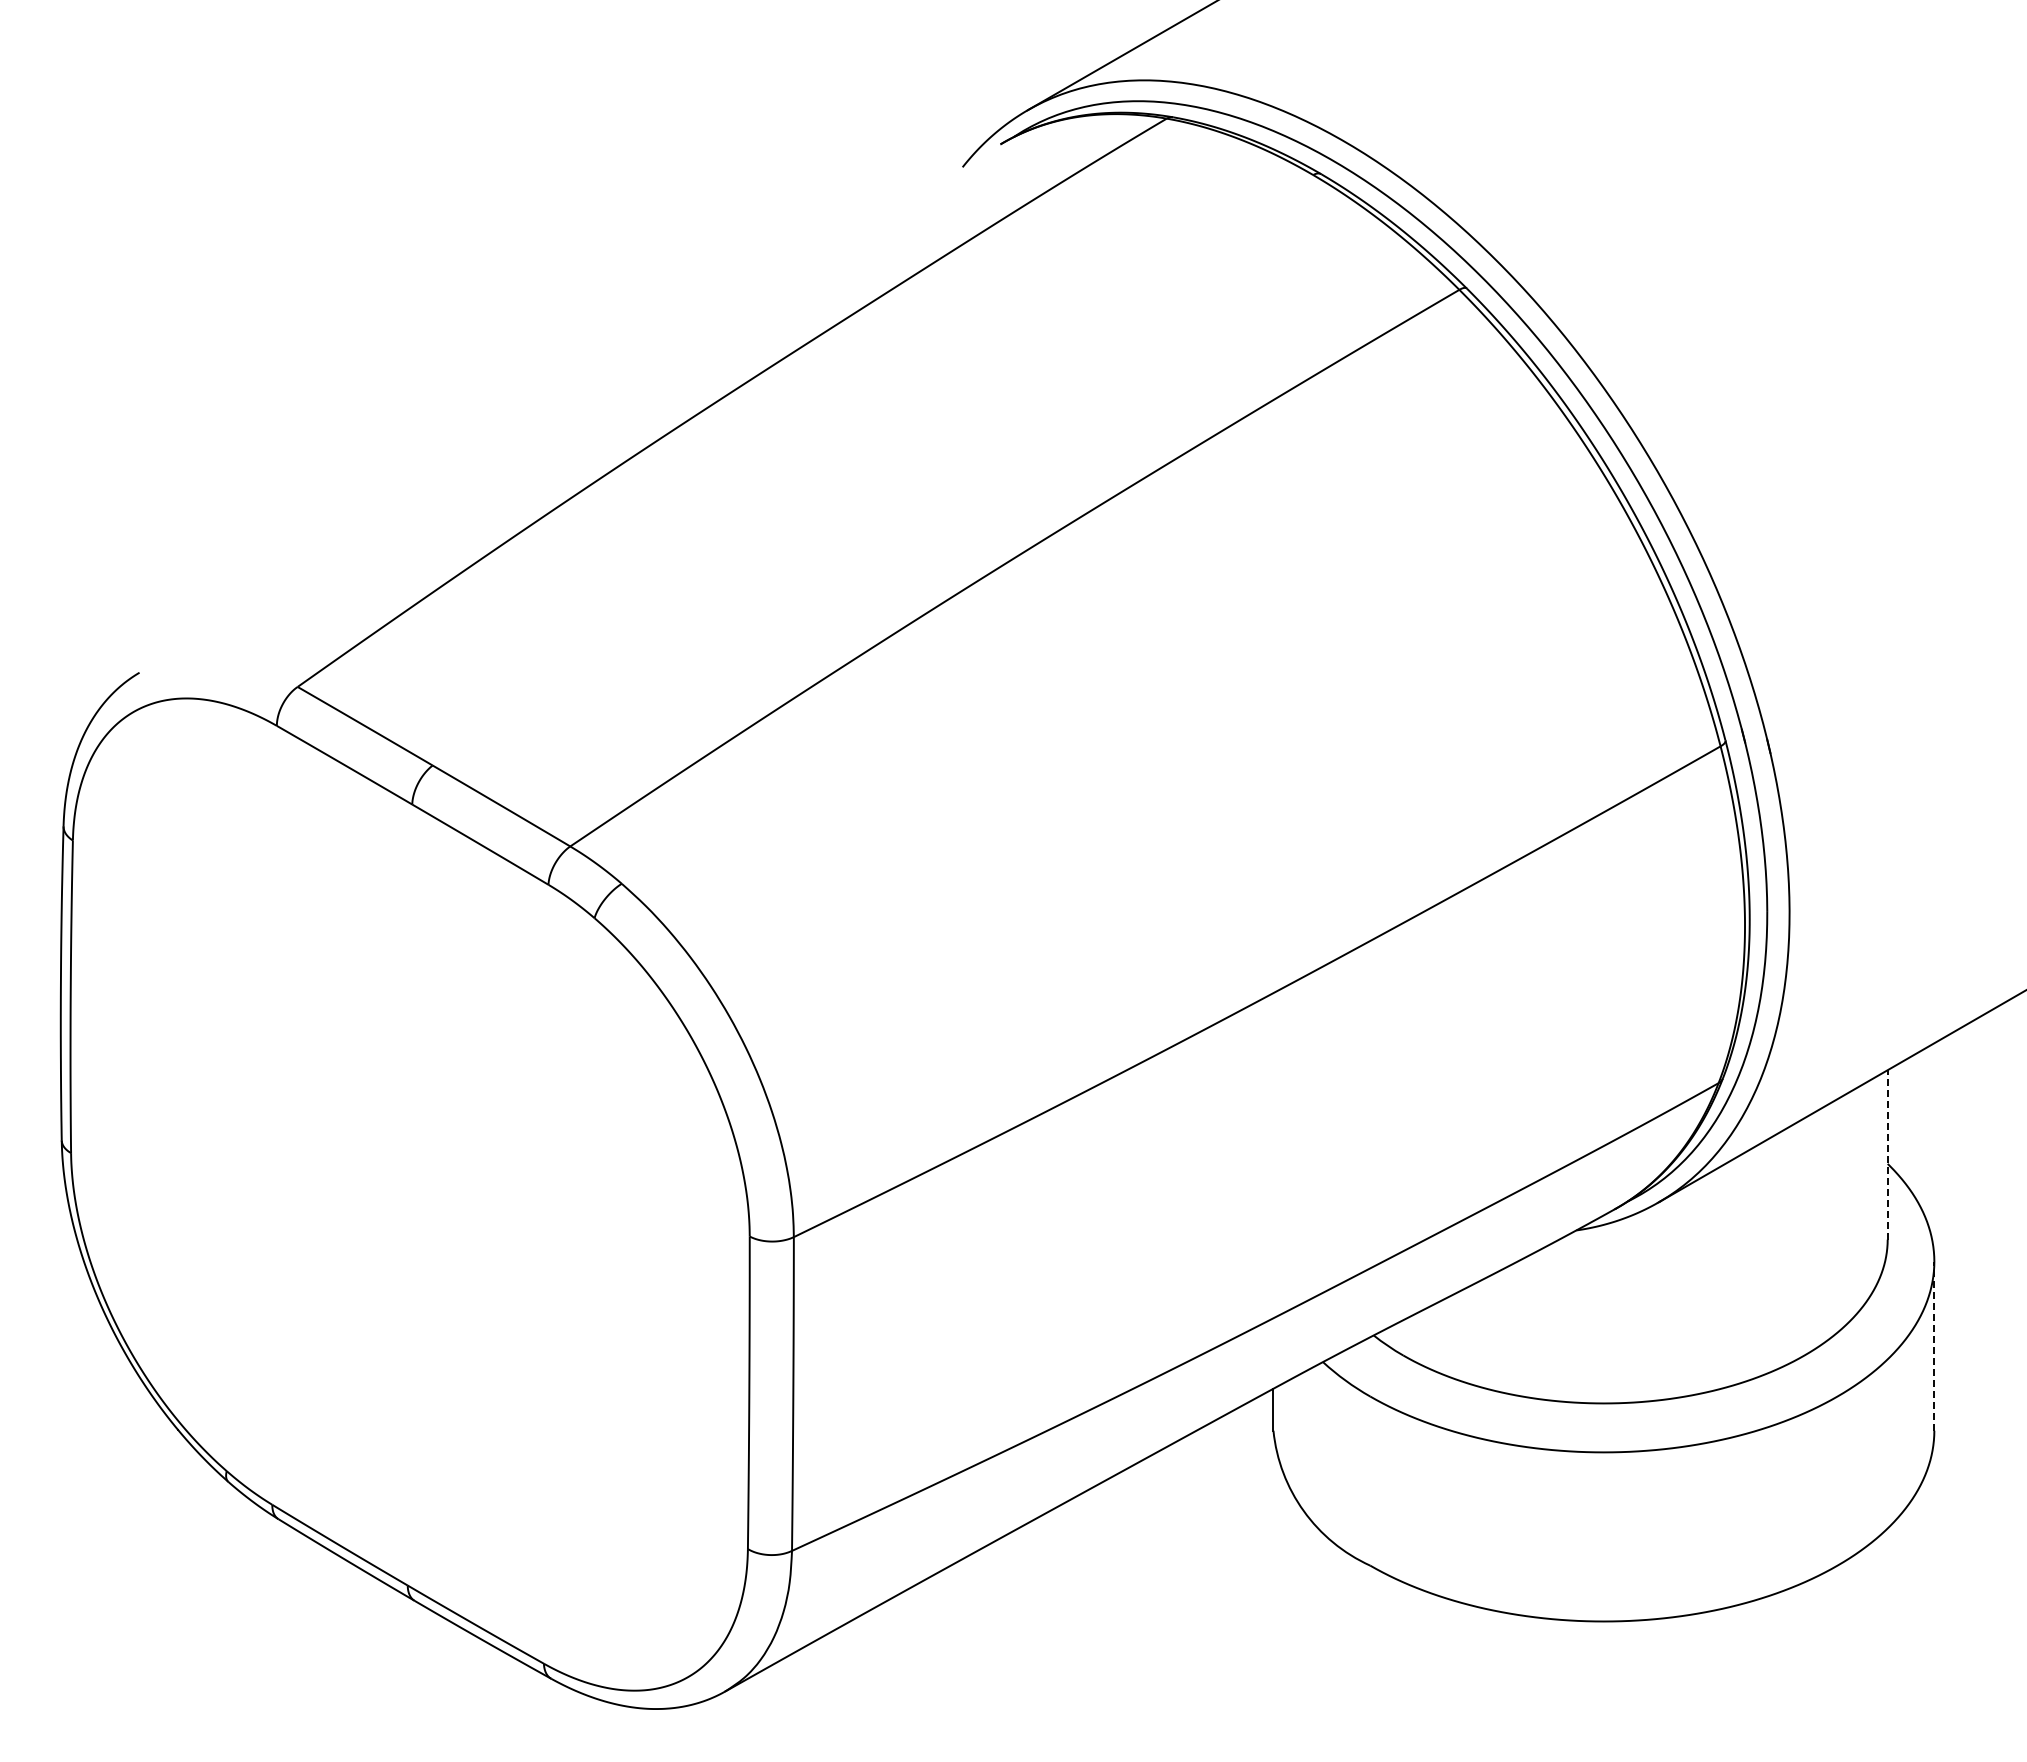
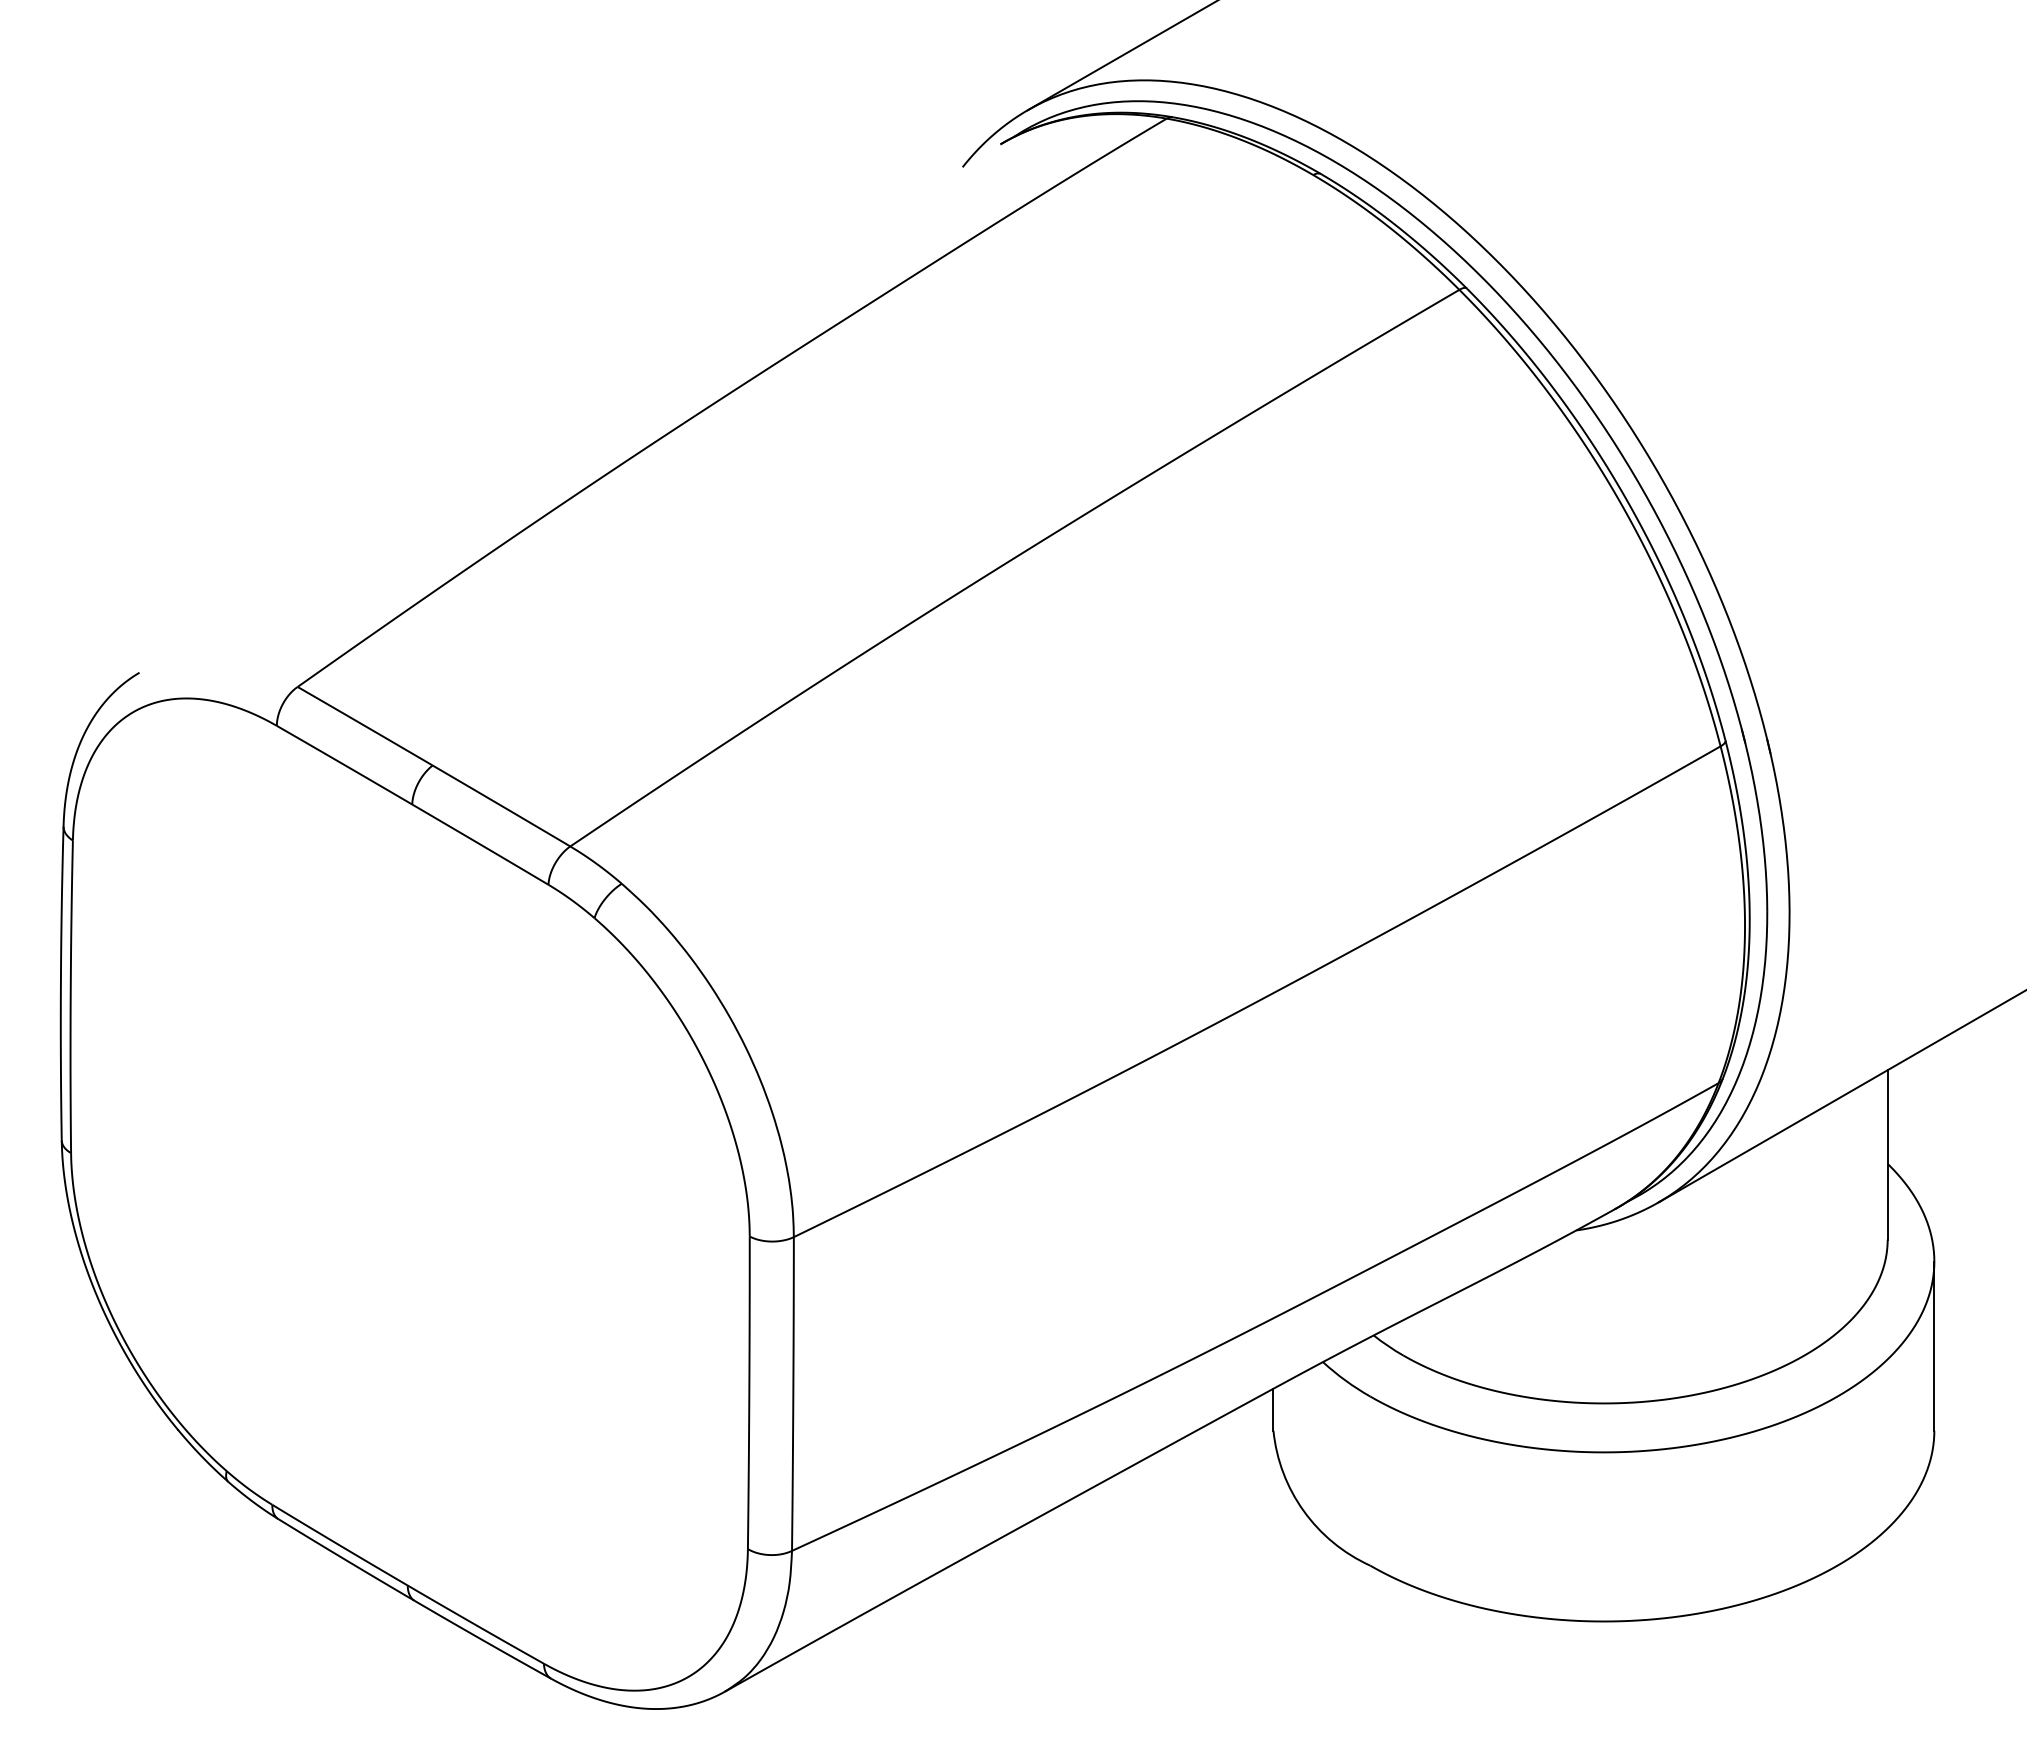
line at (1887, 1154): dashed -> solid
line at (1934, 1346): dashed -> solid
